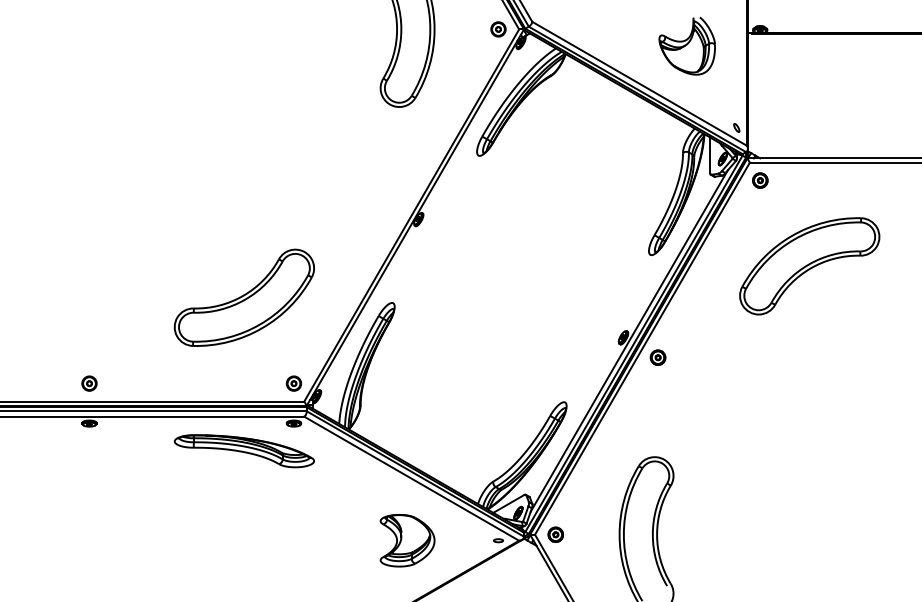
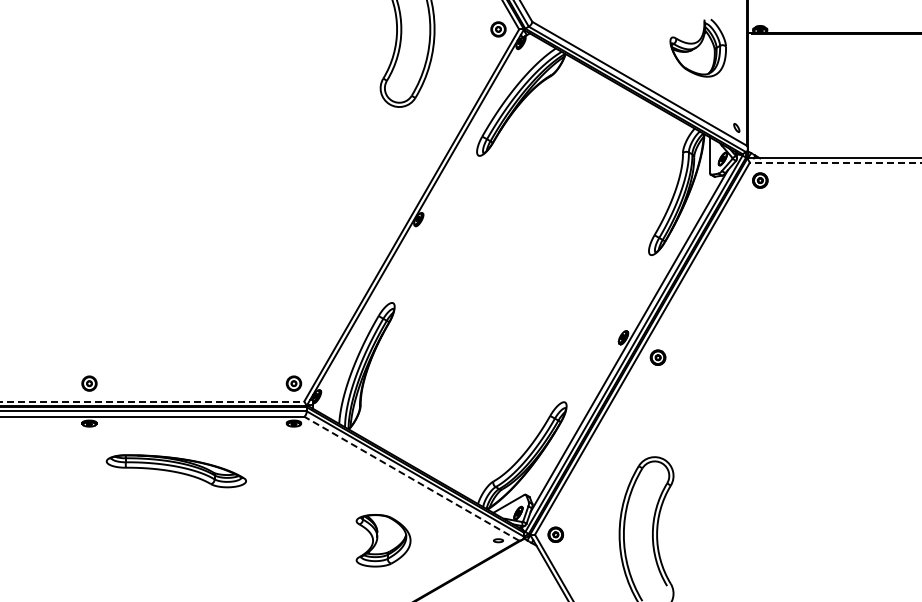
part at (686, 45) position: (686, 45) -> (697, 47)
line at (835, 162): solid -> dashed
part at (809, 266): present -> none
part at (244, 297): present -> none
line at (152, 401): solid -> dashed
part at (243, 451) position: (243, 451) -> (175, 471)
line at (411, 478): solid -> dashed
part at (407, 540) position: (407, 540) -> (383, 540)
